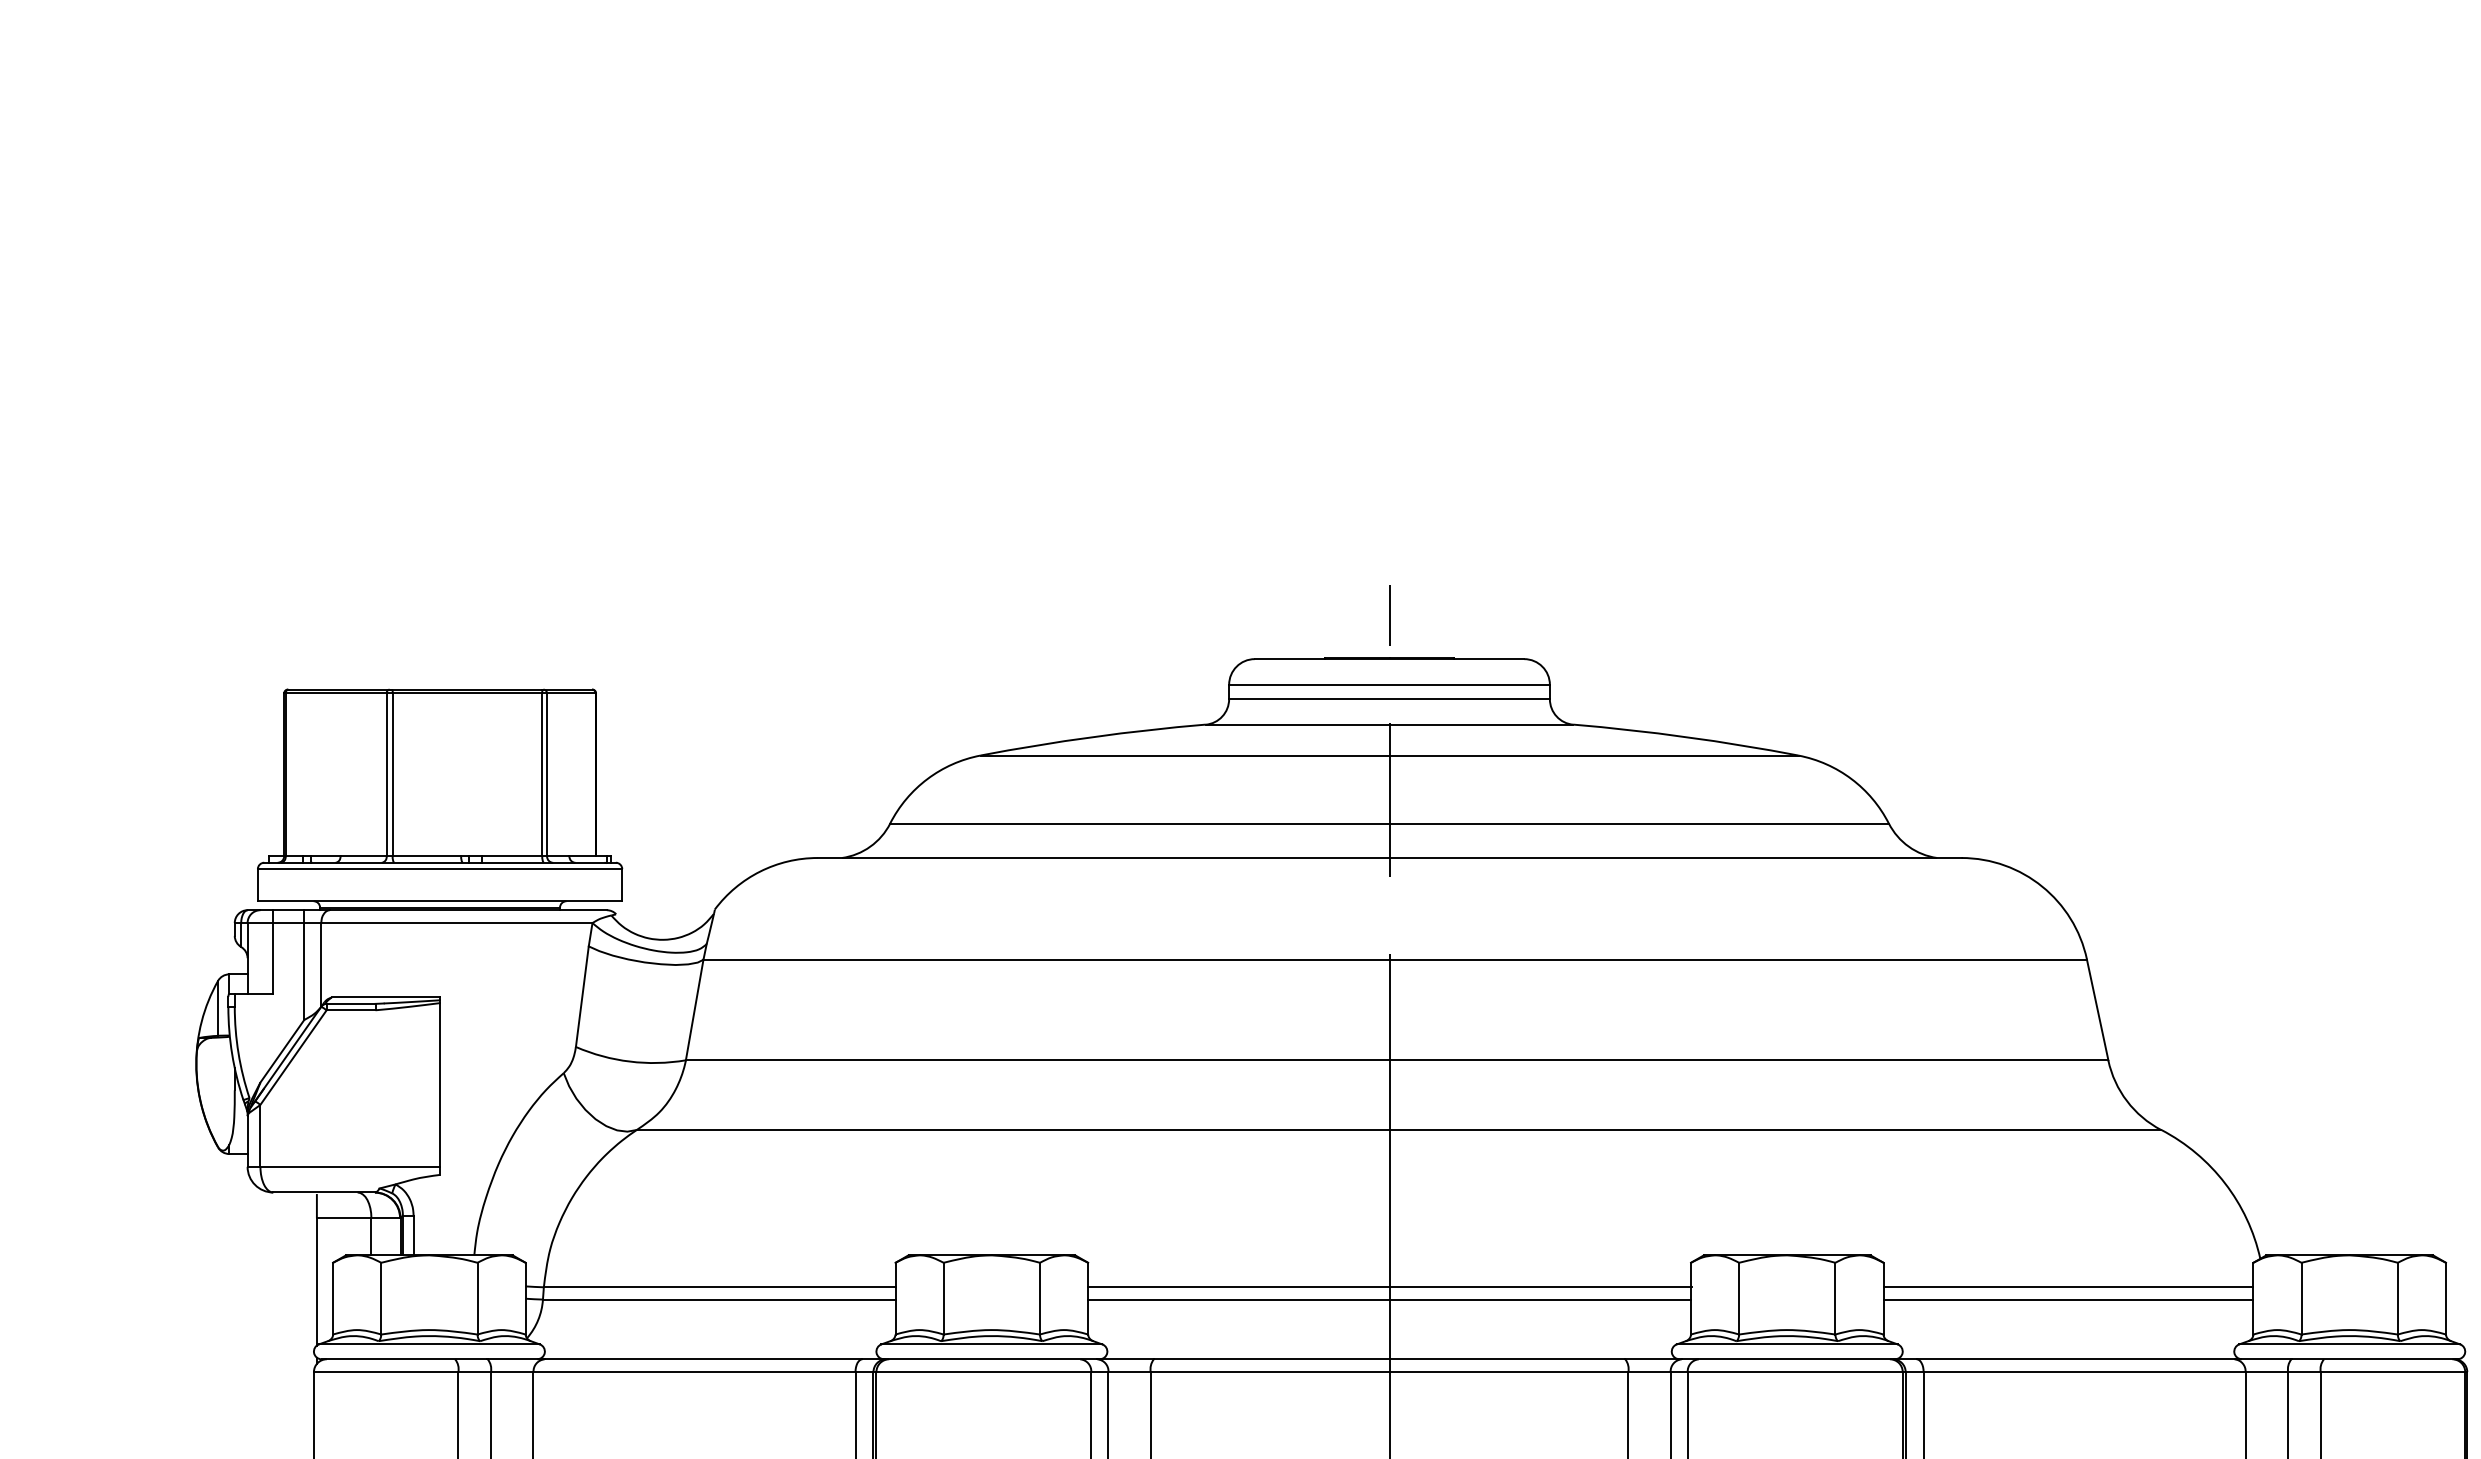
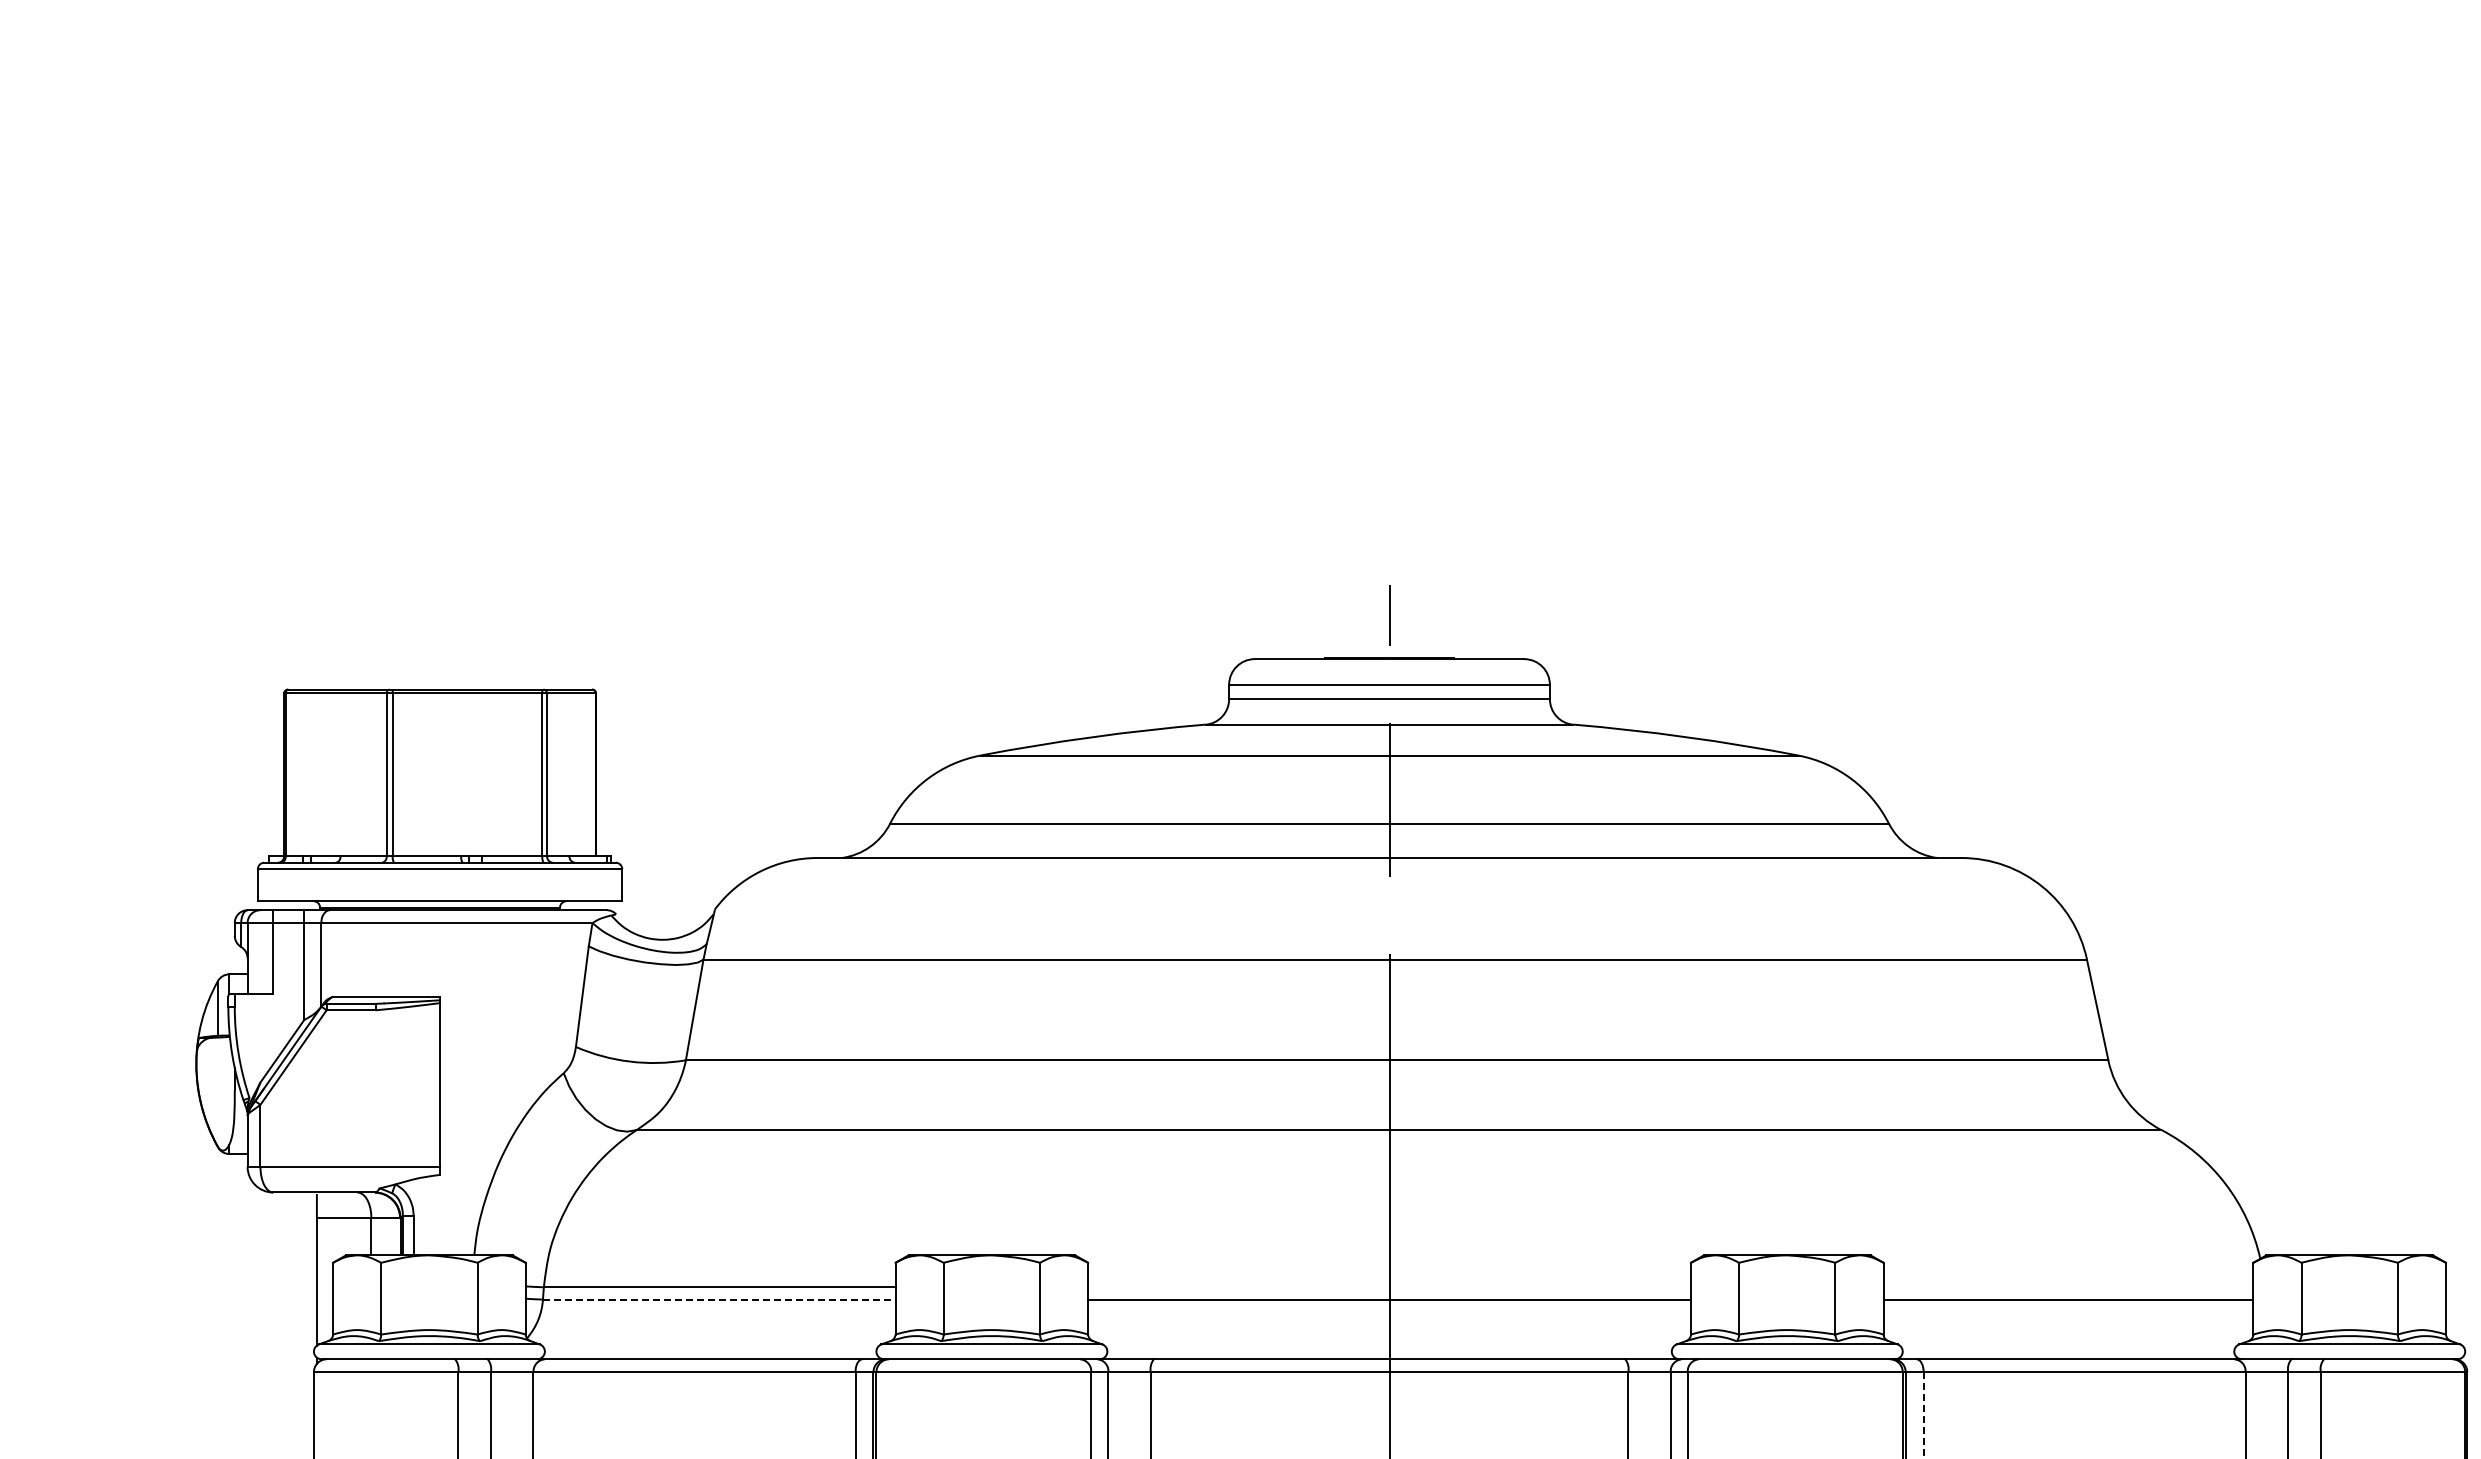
line at (1390, 1287): present -> none
line at (2068, 1287): present -> none
line at (719, 1299): solid -> dashed
line at (1923, 1415): solid -> dashed
